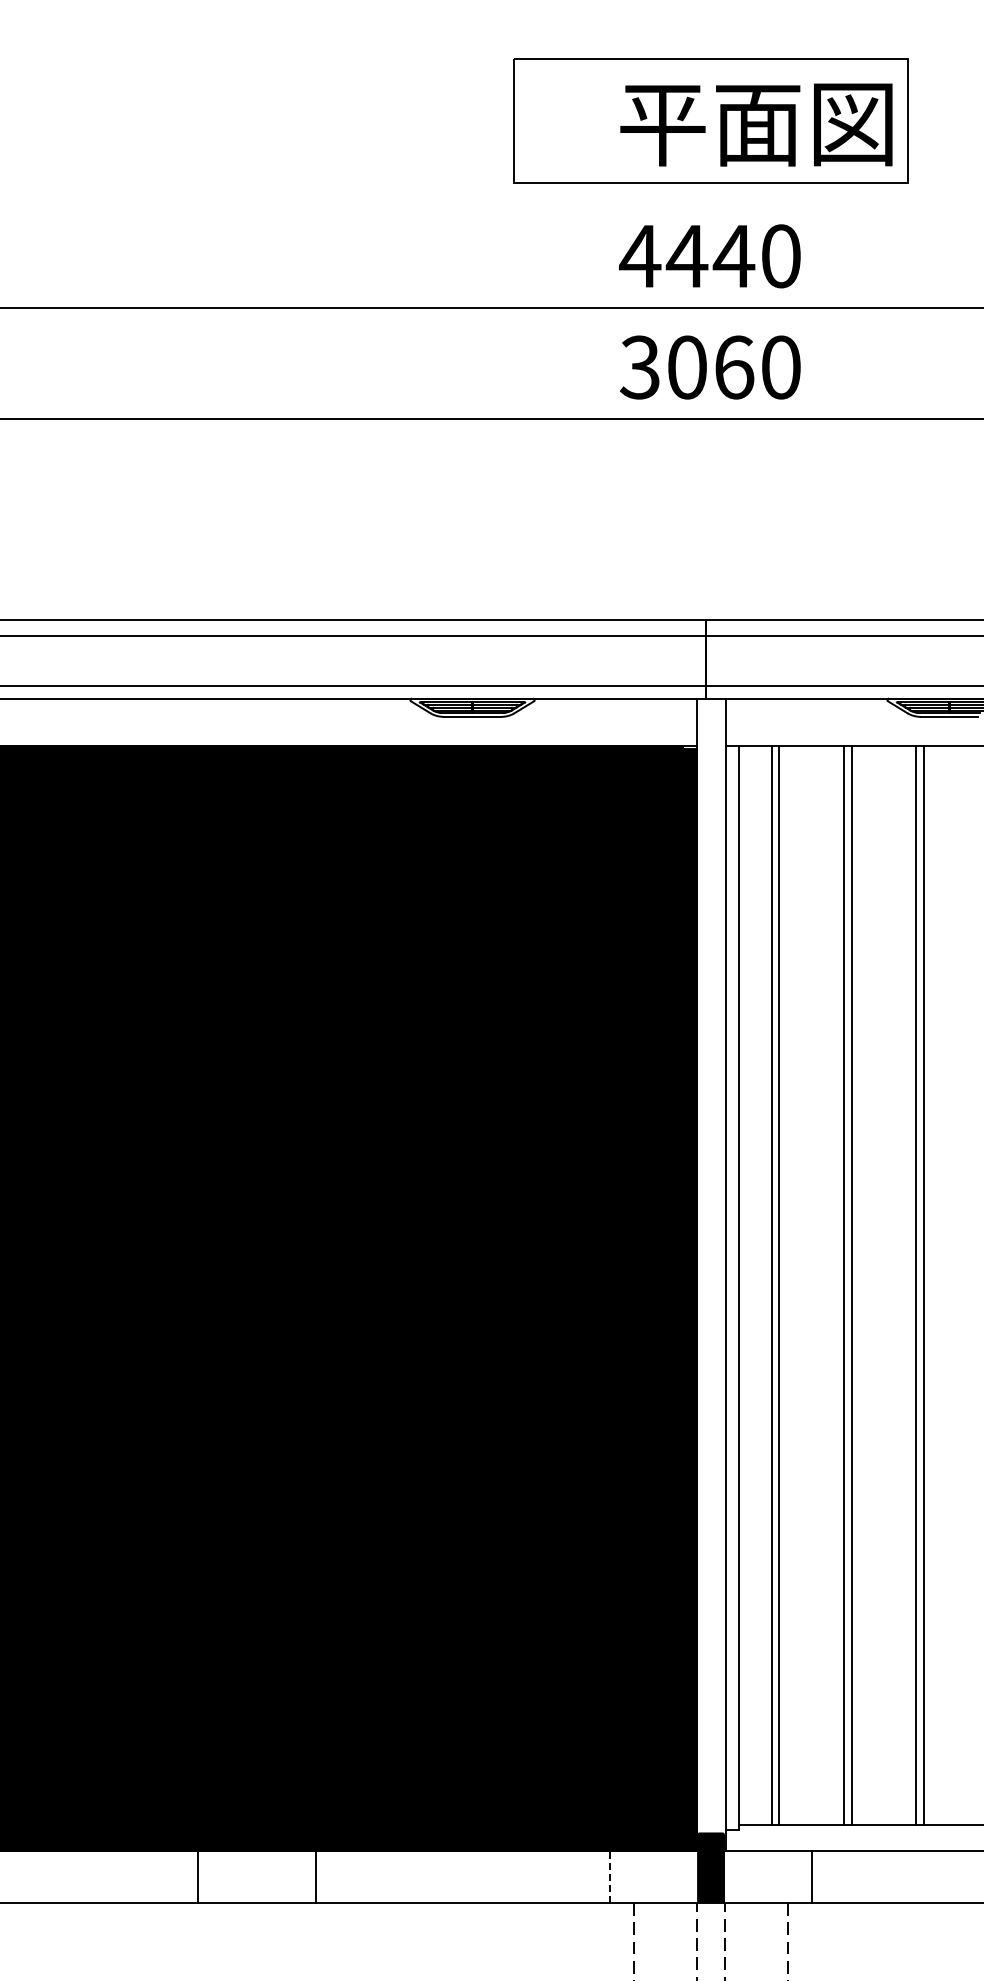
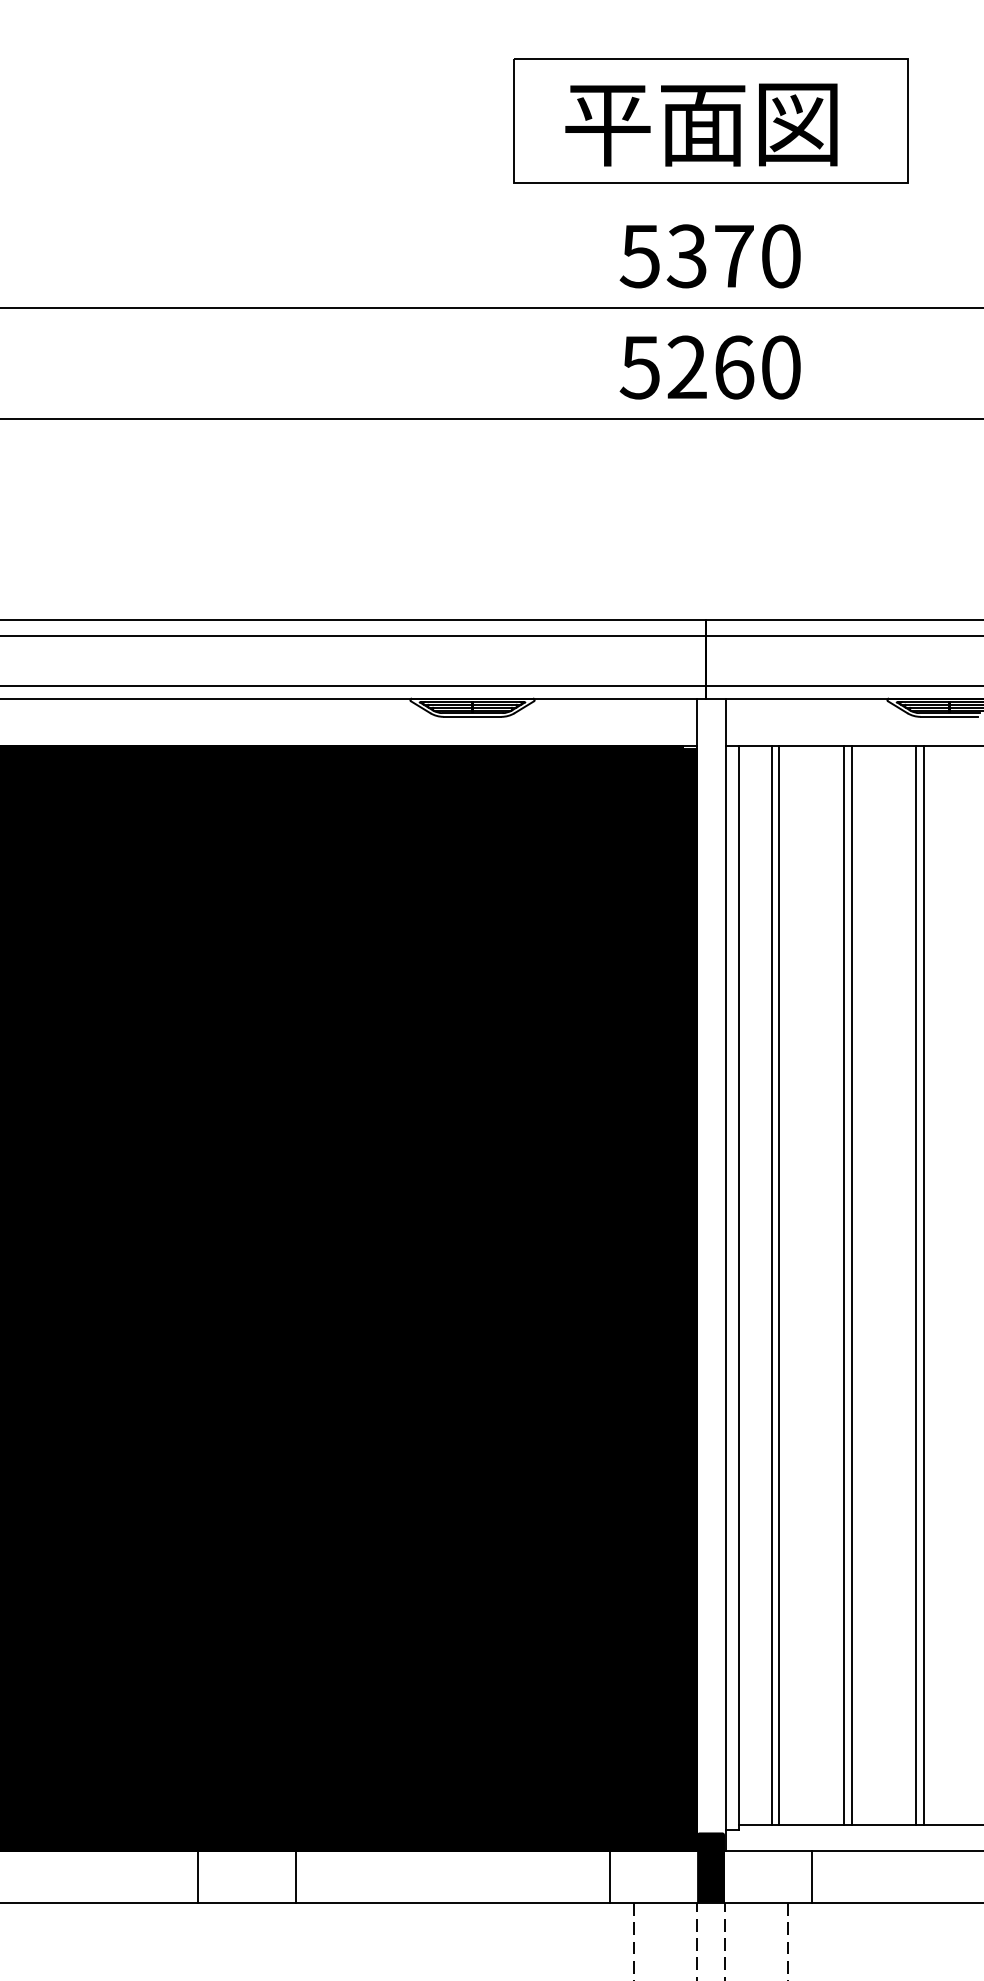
text at (756, 124) position: (756, 124) -> (701, 124)
text at (687, 256): 4440 -> 5370
text at (662, 367): 3060 -> 5260
line at (315, 1876) position: (315, 1876) -> (295, 1876)
line at (610, 1876): dashed -> solid
